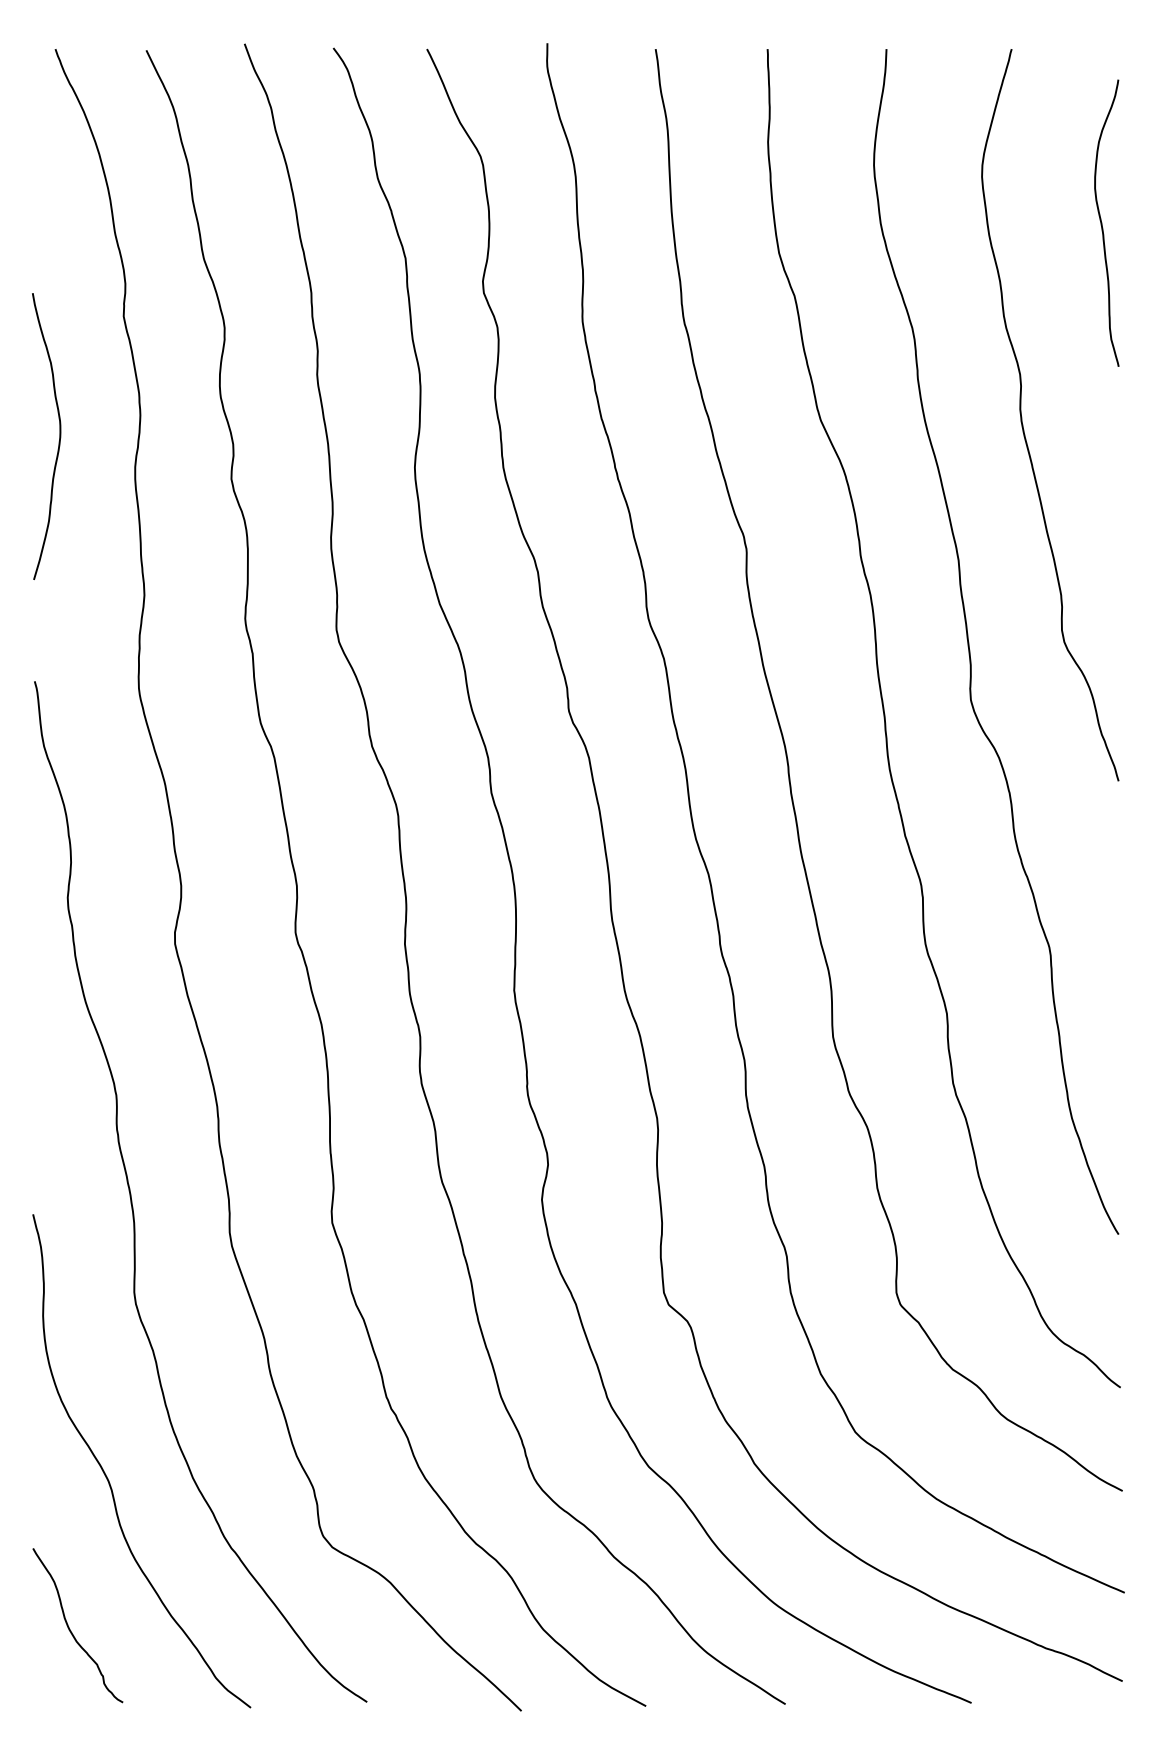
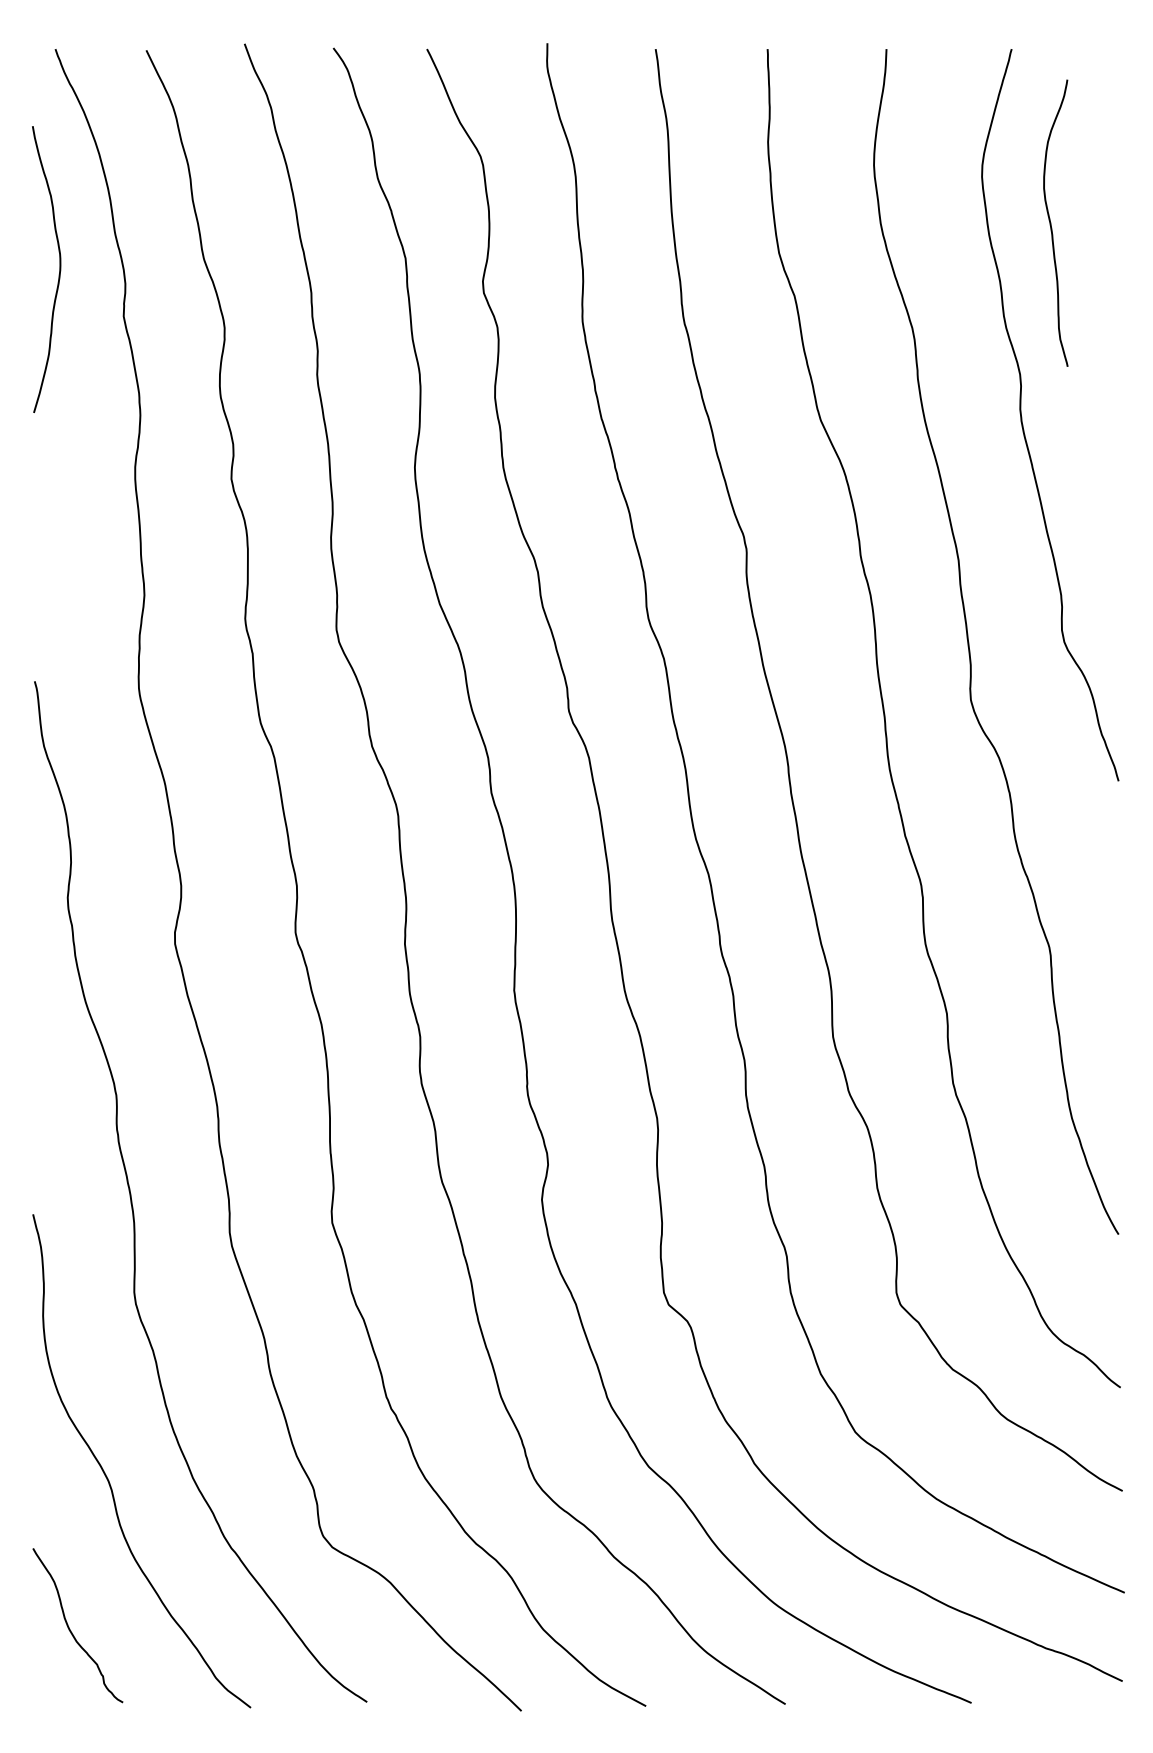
curve at (1102, 222) position: (1102, 222) -> (1051, 222)
curve at (59, 436) position: (59, 436) -> (59, 269)
